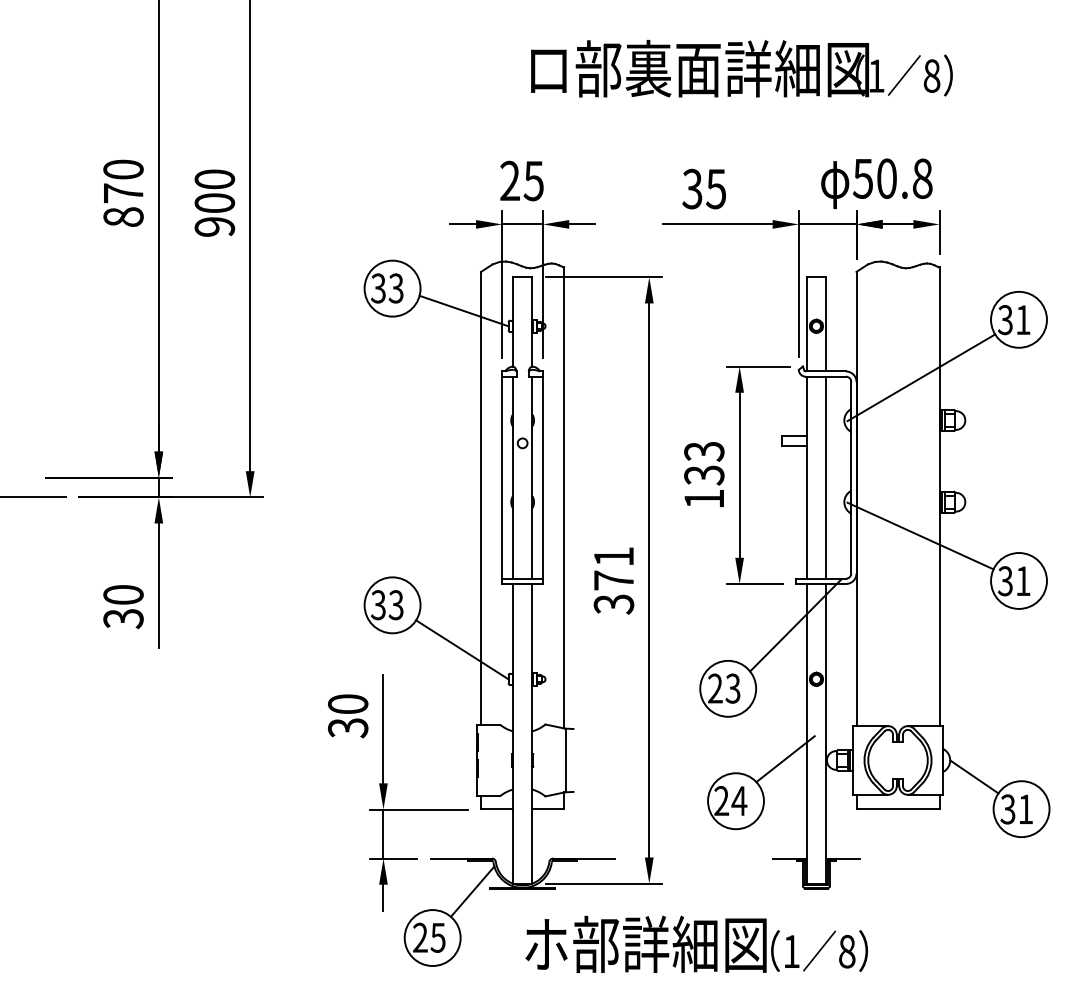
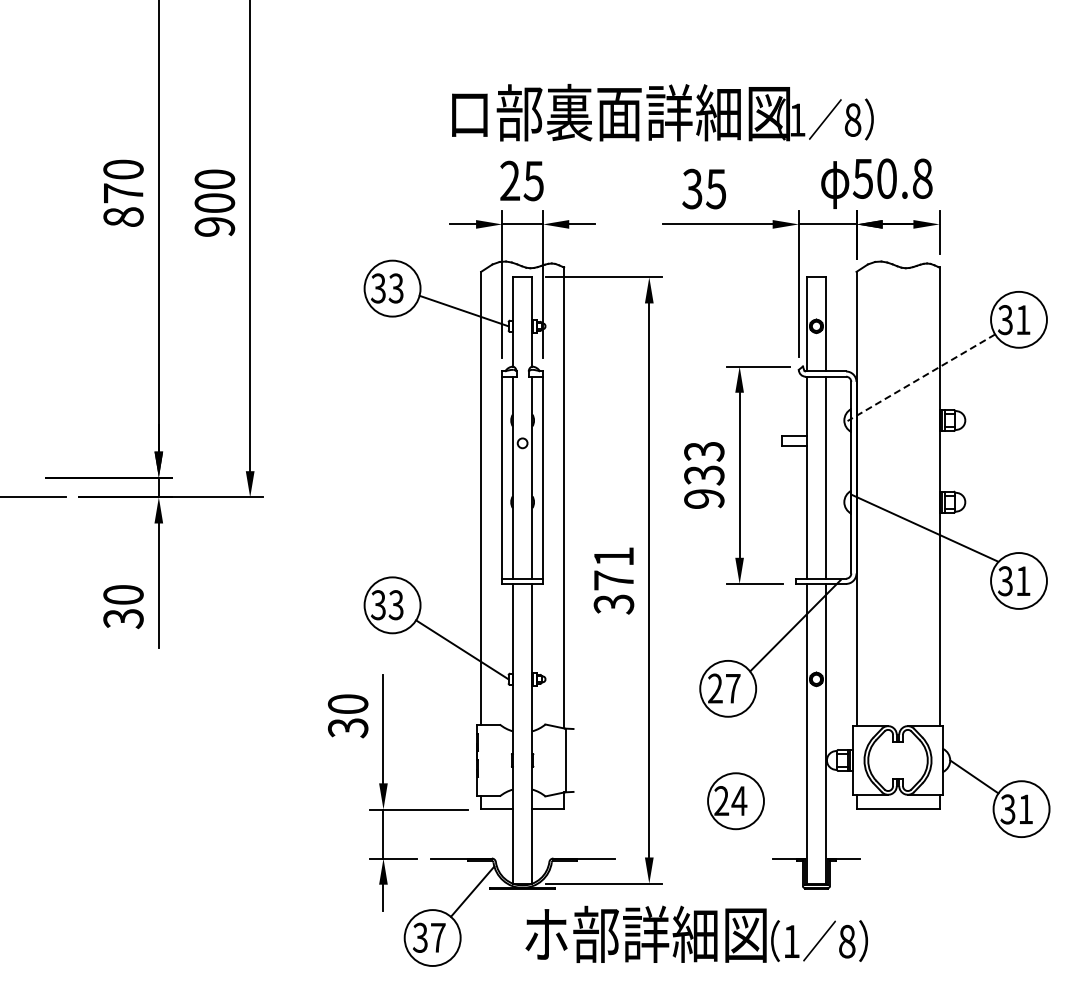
text at (741, 68) position: (741, 68) -> (662, 112)
line at (921, 377): solid -> dashed
text at (704, 498): 133 -> 933
line at (920, 535) position: (920, 535) -> (924, 527)
text at (732, 688): 23 -> 27
line at (785, 759): present -> none
text at (429, 937): 25 -> 37
text at (696, 943) position: (696, 943) -> (696, 933)
